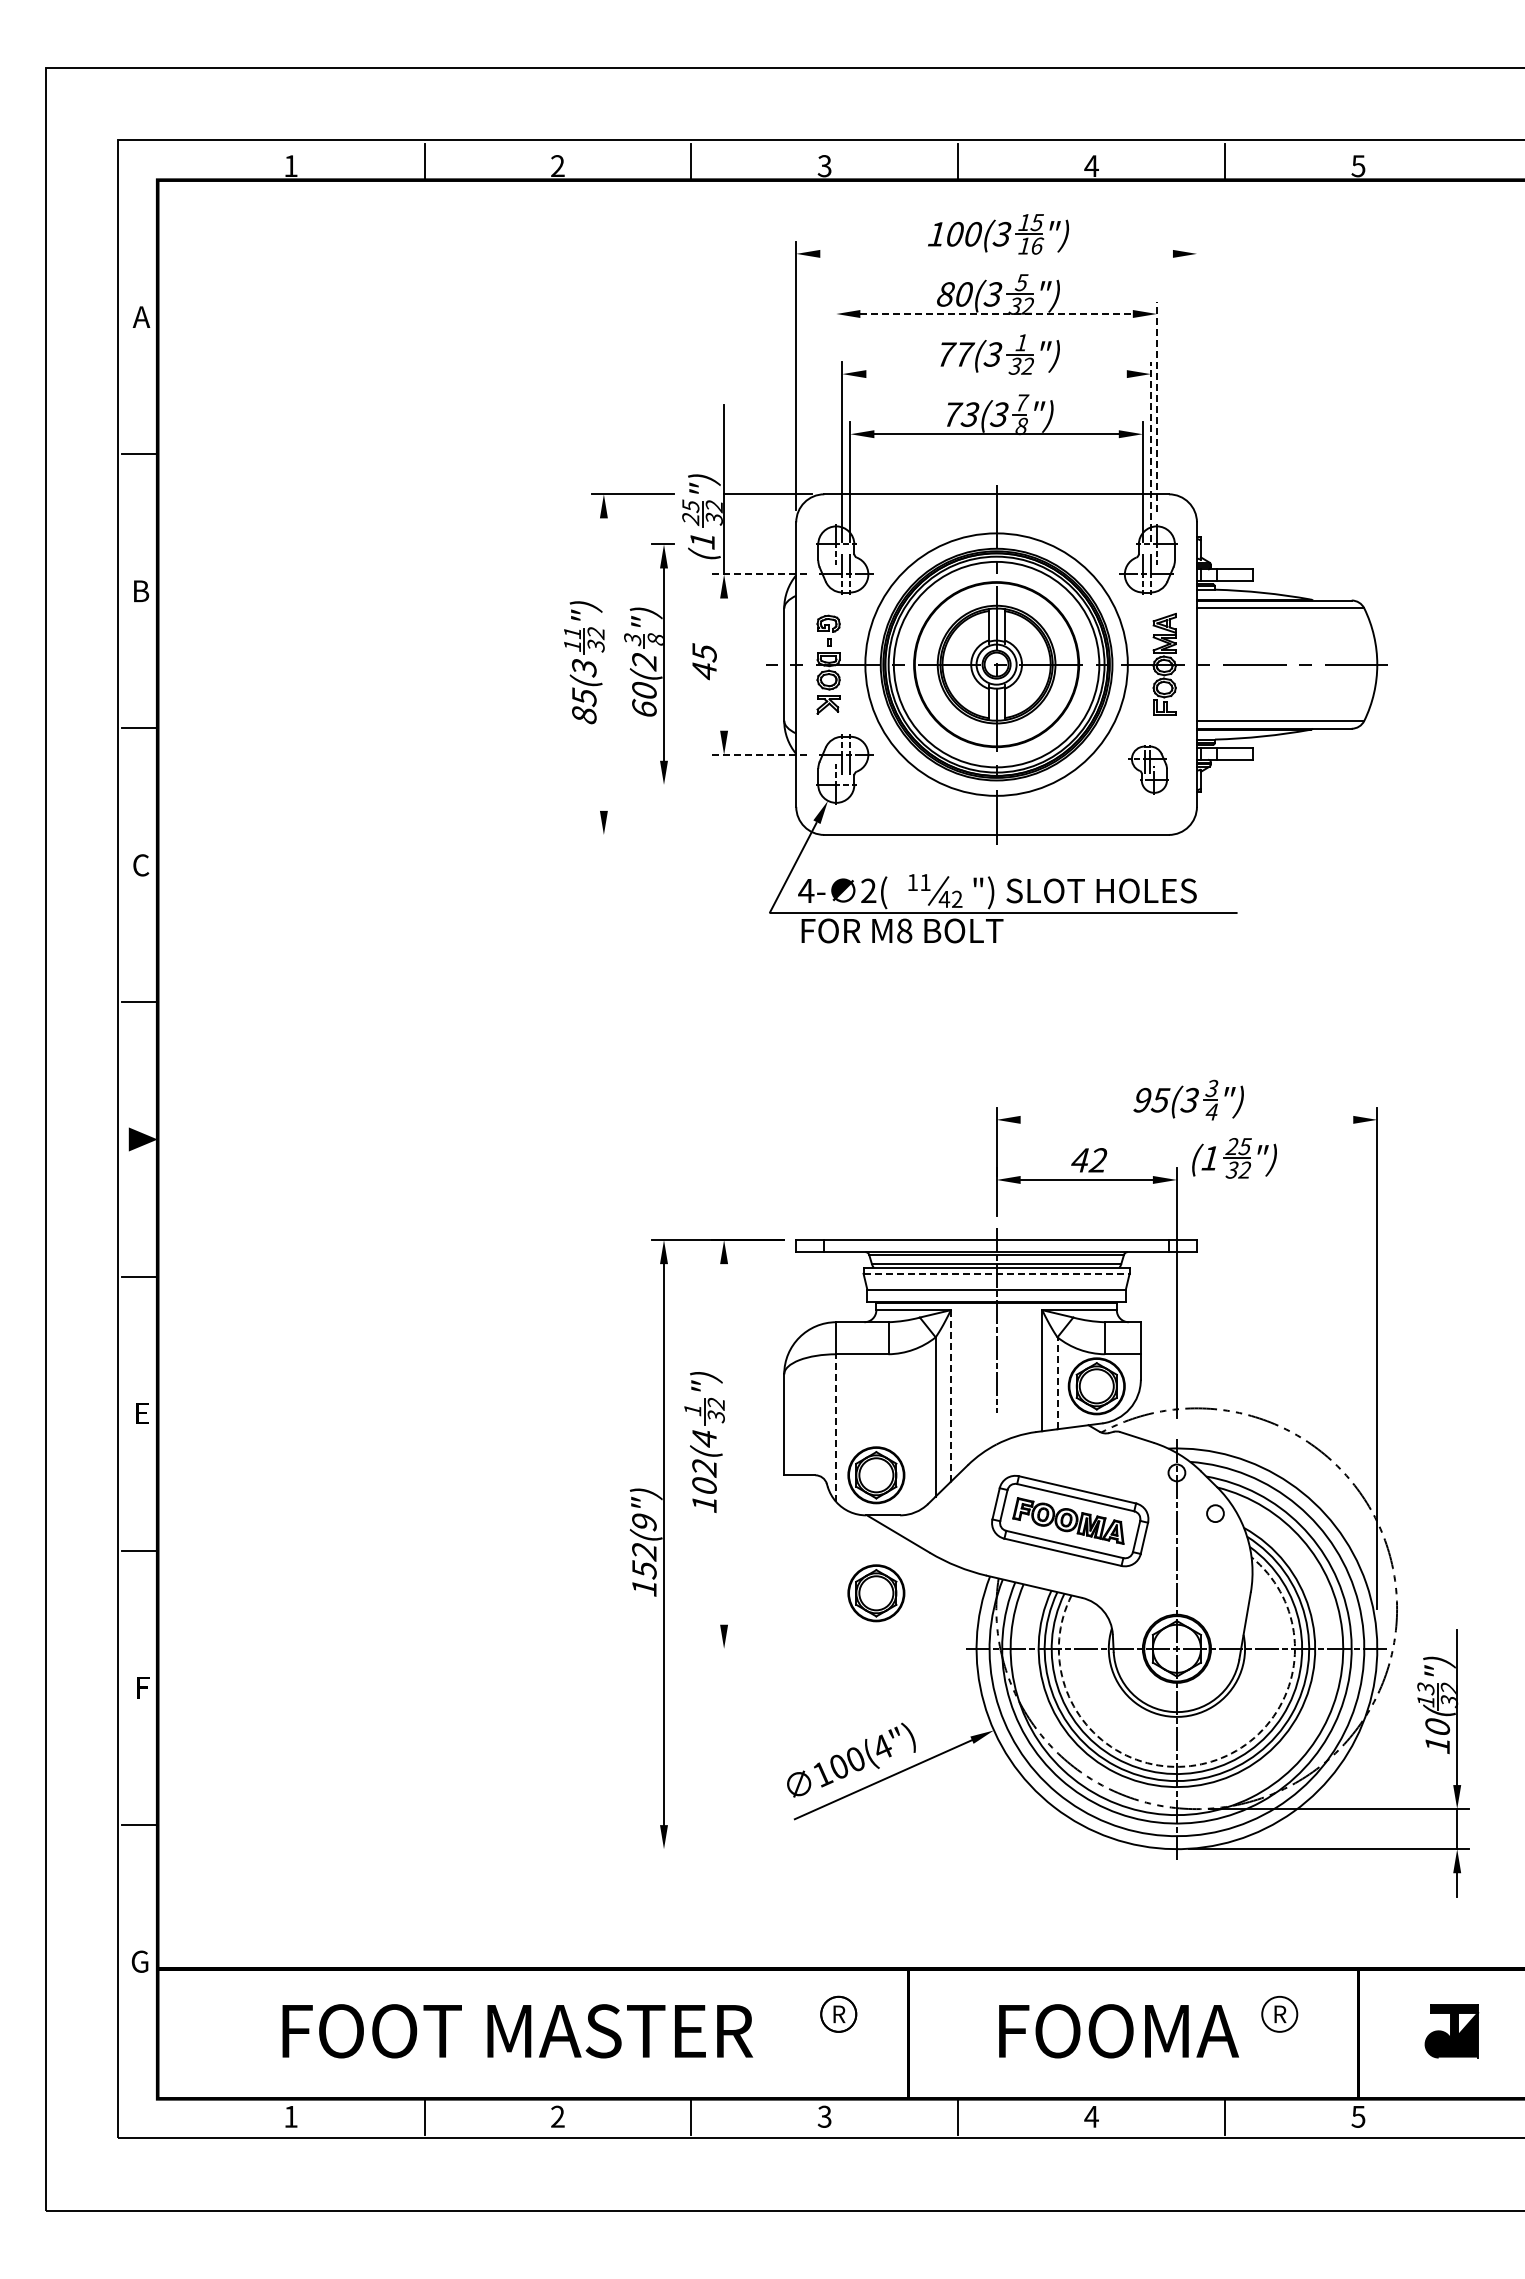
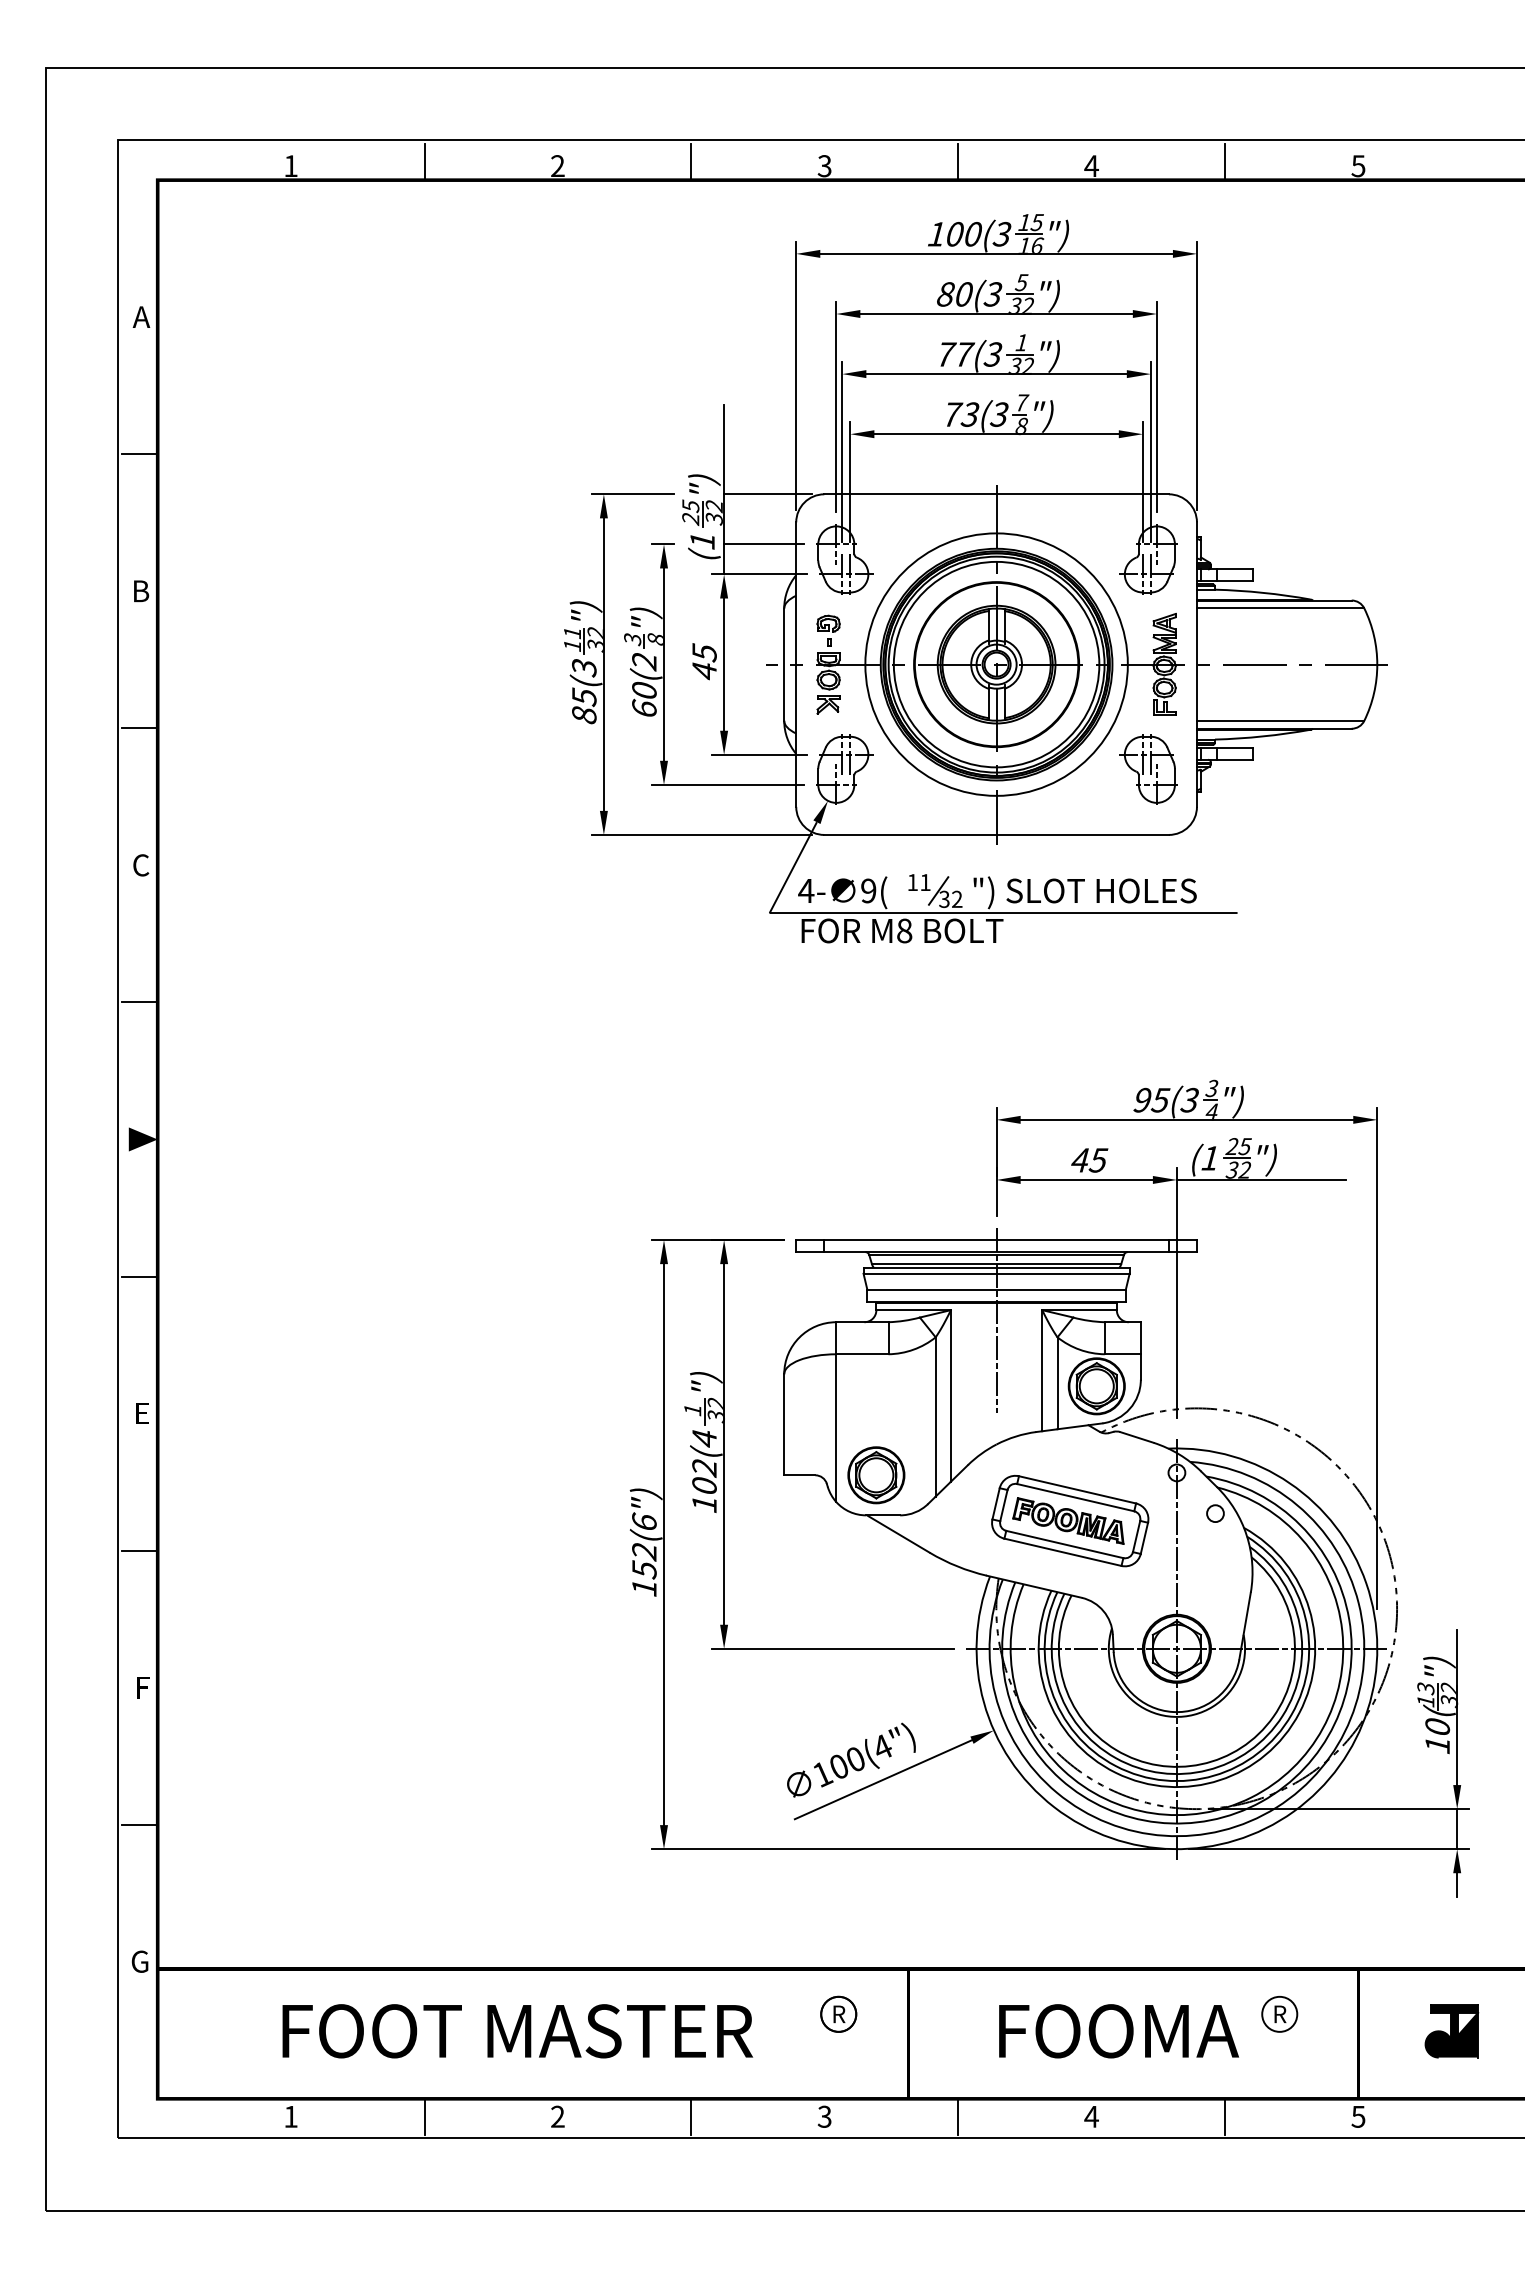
line at (996, 253): none -> present
line at (997, 314): dashed -> solid
line at (996, 374): none -> present
line at (1196, 375): none -> present
line at (836, 406): none -> present
line at (1156, 406): dashed -> solid
line at (1150, 451): dashed -> solid
line at (763, 544): none -> present
line at (758, 574): dashed -> solid
line at (603, 664): none -> present
line at (724, 664): none -> present
line at (758, 754): dashed -> solid
part at (1148, 769) size: 41x50 px -> 59x71 px
line at (727, 784): none -> present
line at (701, 834): none -> present
text at (868, 891): 2( -> 9(
text at (944, 899): 42 -> 32
line at (1186, 1119): none -> present
text at (1098, 1160): 42 -> 45
line at (1261, 1179): none -> present
line at (997, 1273): dashed -> solid
line at (1057, 1383): dashed -> solid
line at (950, 1395): dashed -> solid
line at (836, 1428): dashed -> solid
line at (724, 1444): none -> present
text at (644, 1521): 152(9") -> 152(6")
part at (876, 1593): present -> none
line at (833, 1648): none -> present
arc at (1201, 1764): dashed -> solid
line at (907, 1849): none -> present
